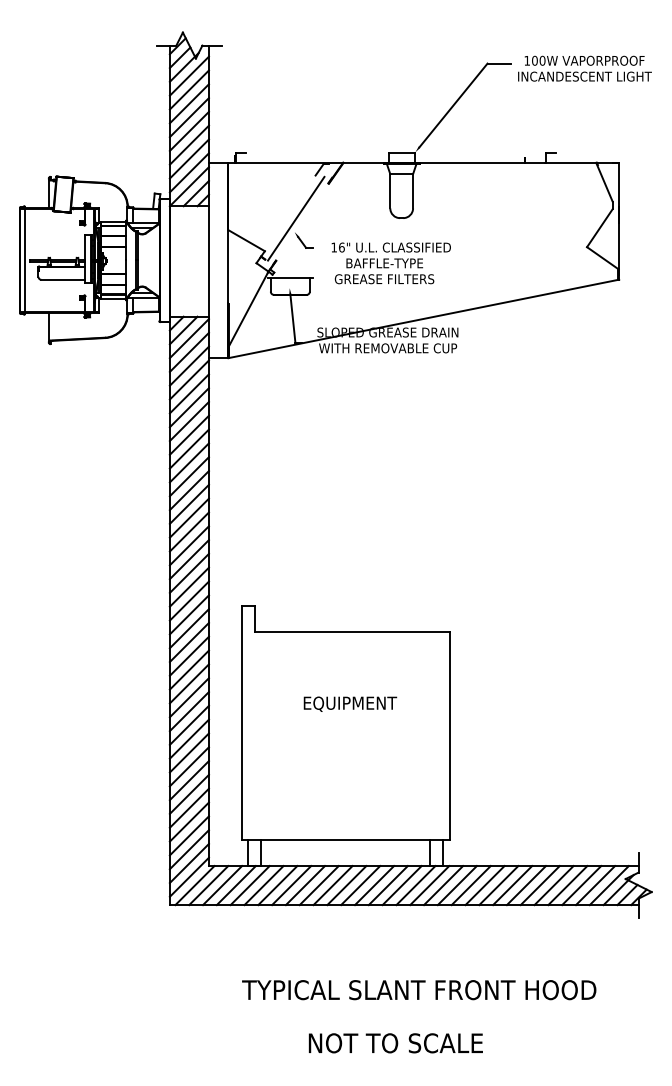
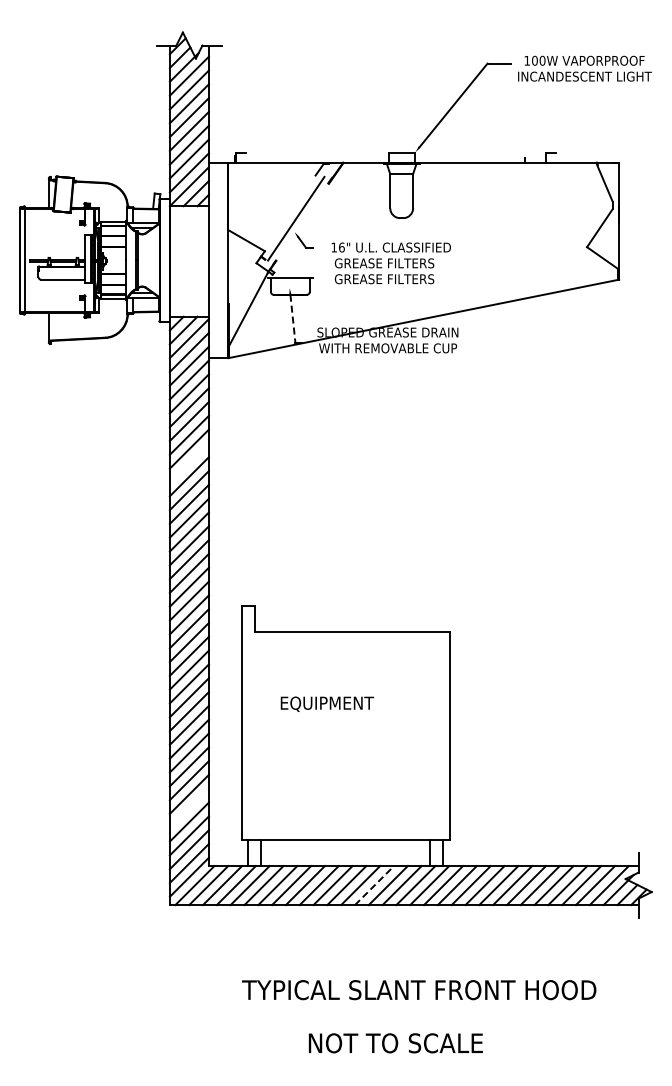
text at (384, 263): BAFFLE-TYPE -> GREASE FILTERS
line at (292, 319): solid -> dashed
line at (188, 462): present -> none
text at (350, 703) position: (350, 703) -> (327, 703)
line at (188, 807): present -> none
line at (374, 885): solid -> dashed
